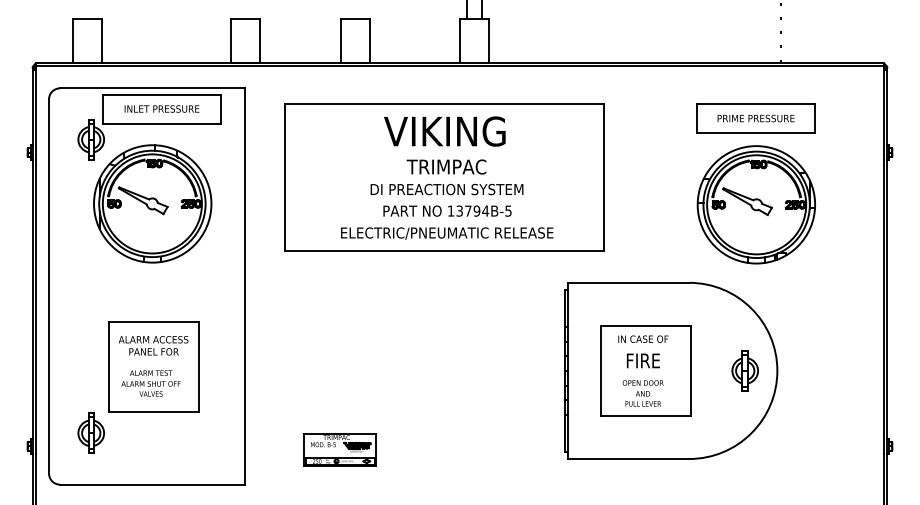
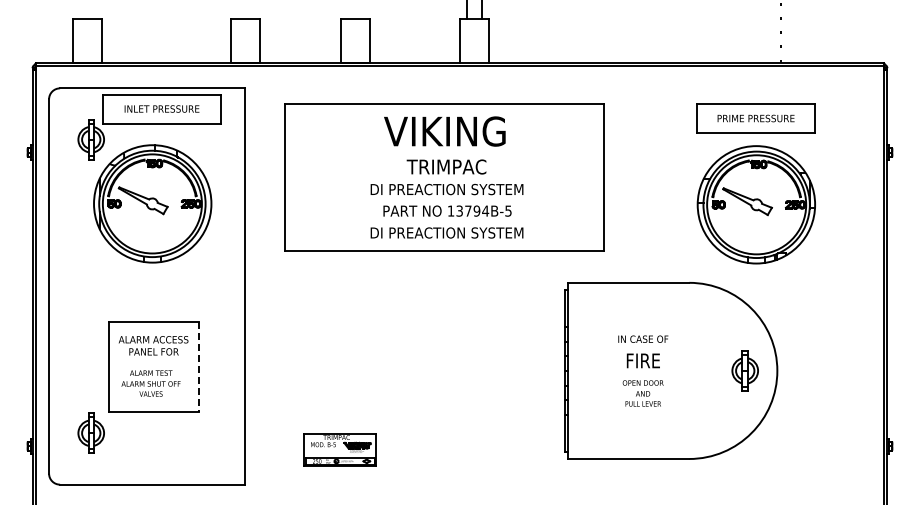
text at (447, 233): ELECTRIC/PNEUMATIC RELEASE -> DI PREACTION SYSTEM
line at (198, 367): solid -> dashed
part at (645, 370): present -> none
